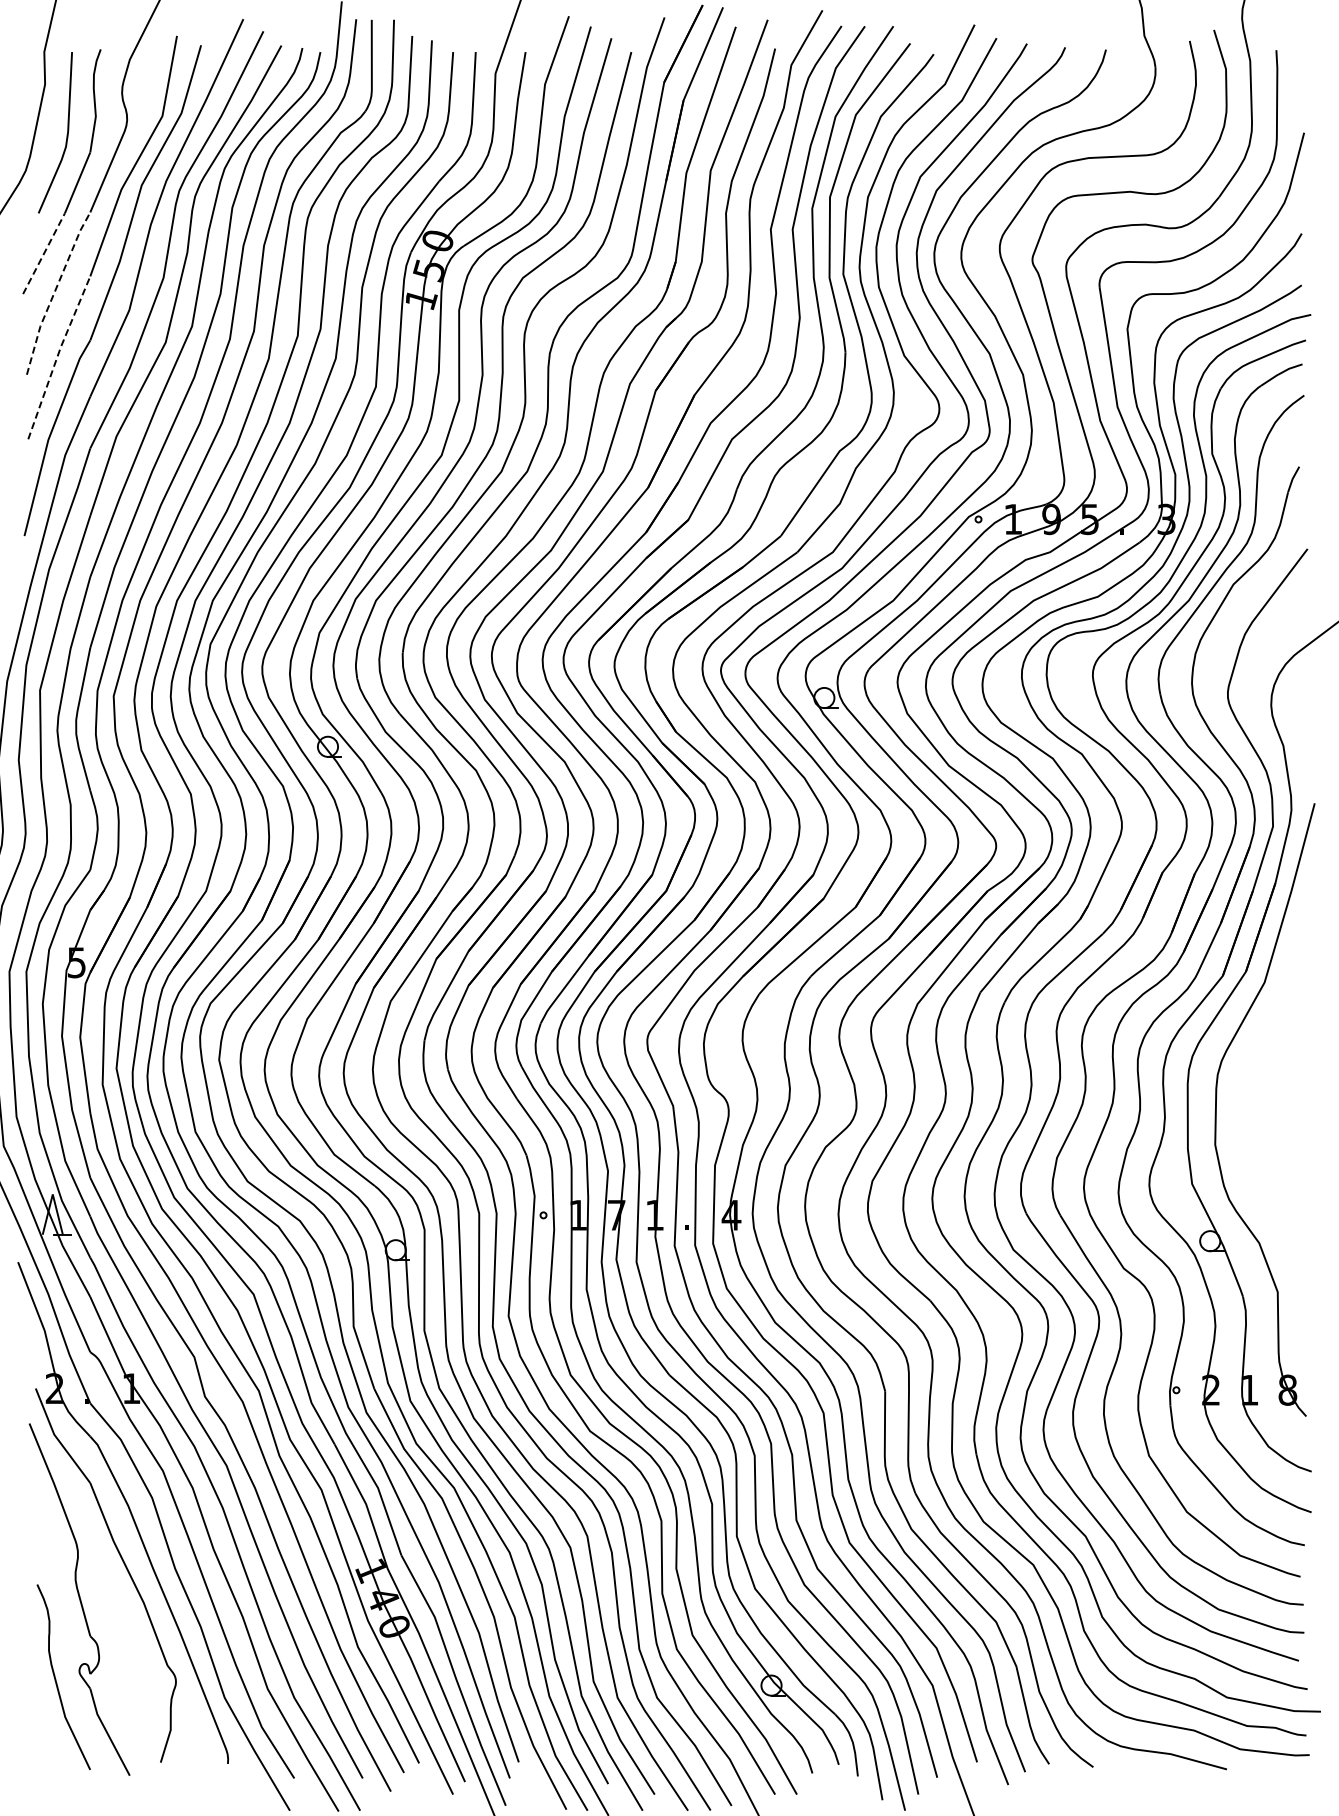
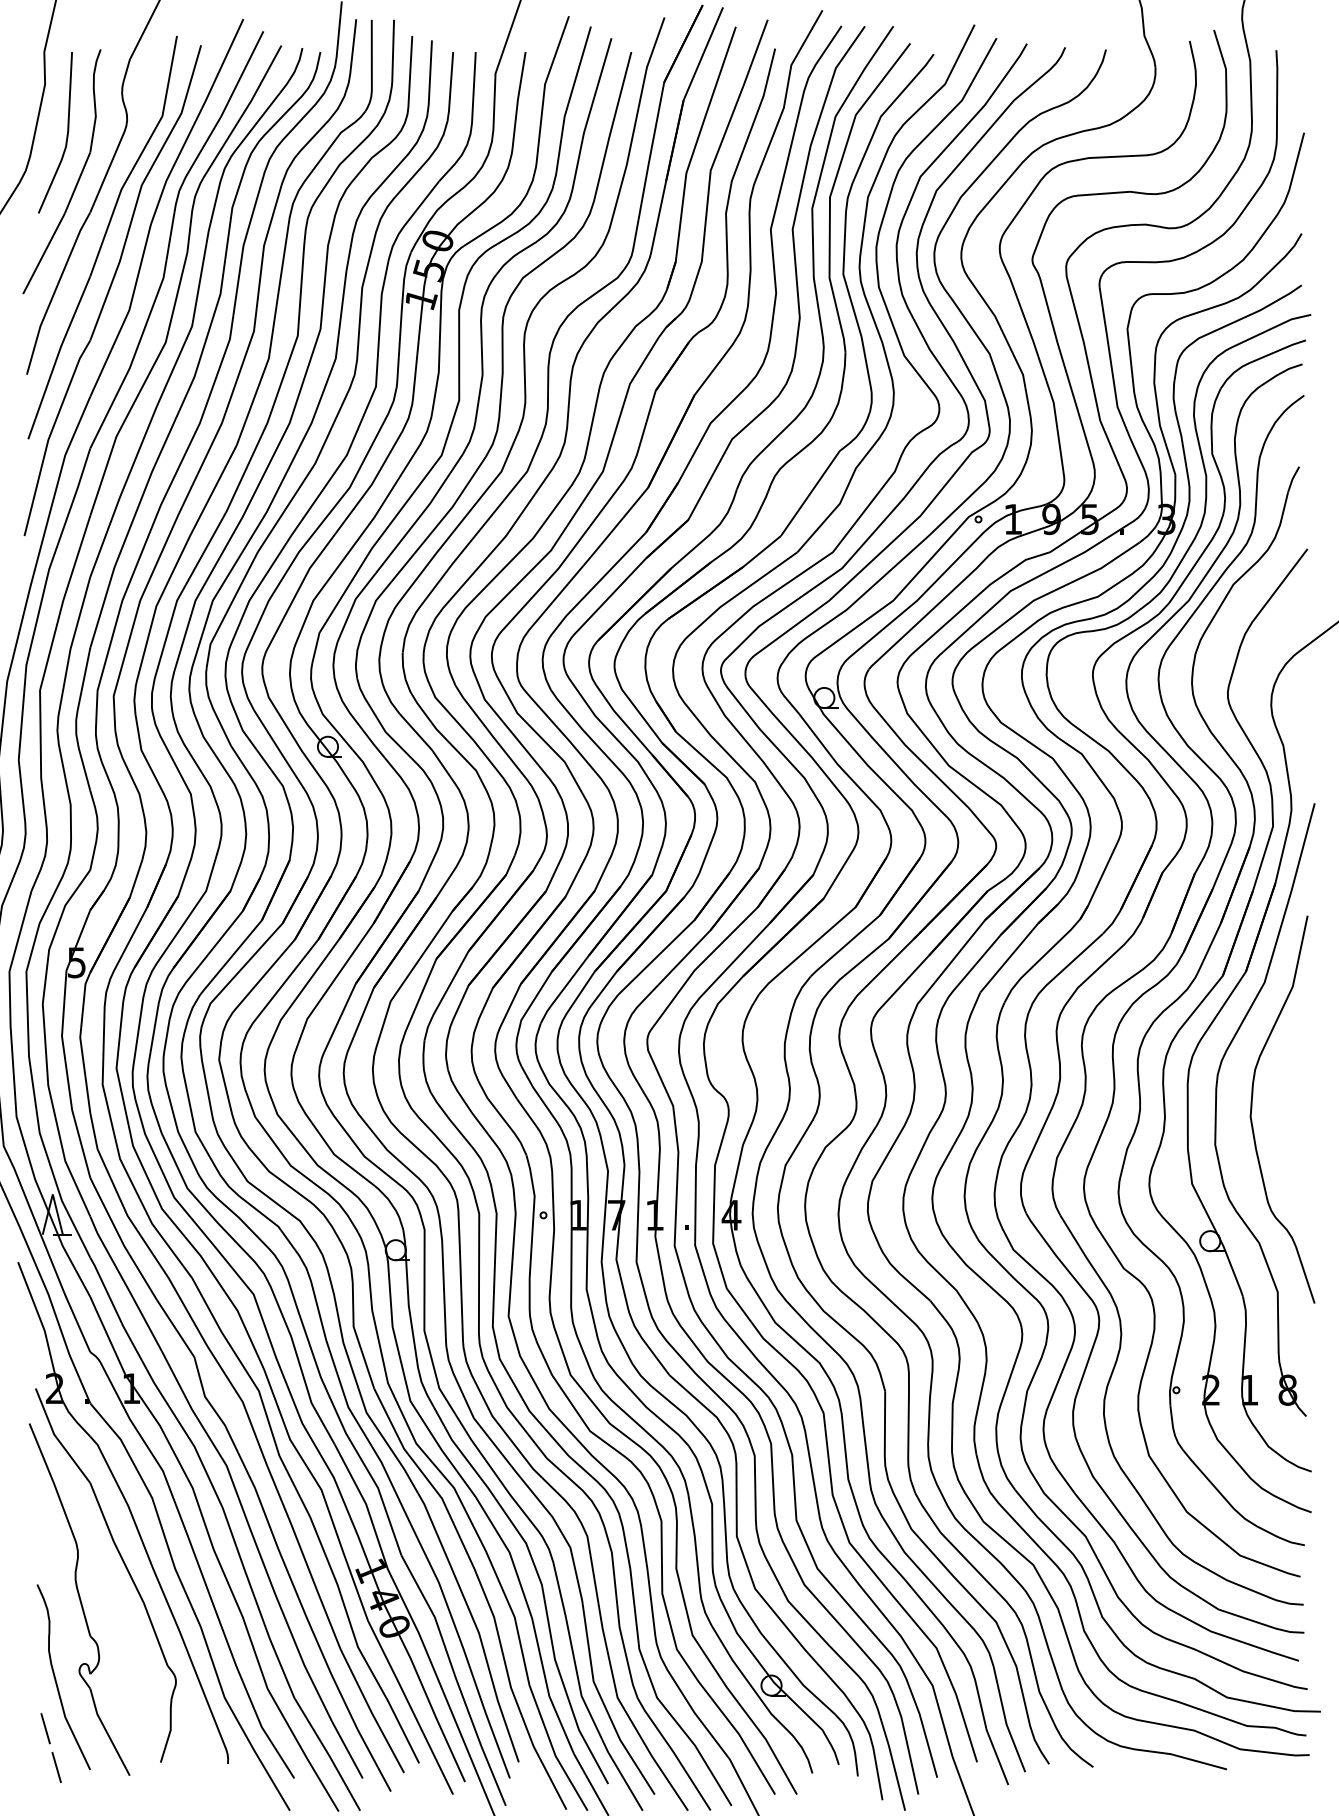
line at (44, 253): dashed -> solid
line at (54, 292): dashed -> solid
line at (57, 356): dashed -> solid
curve at (1252, 1109): none -> present
line at (45, 1728): none -> present
line at (56, 1767): none -> present
